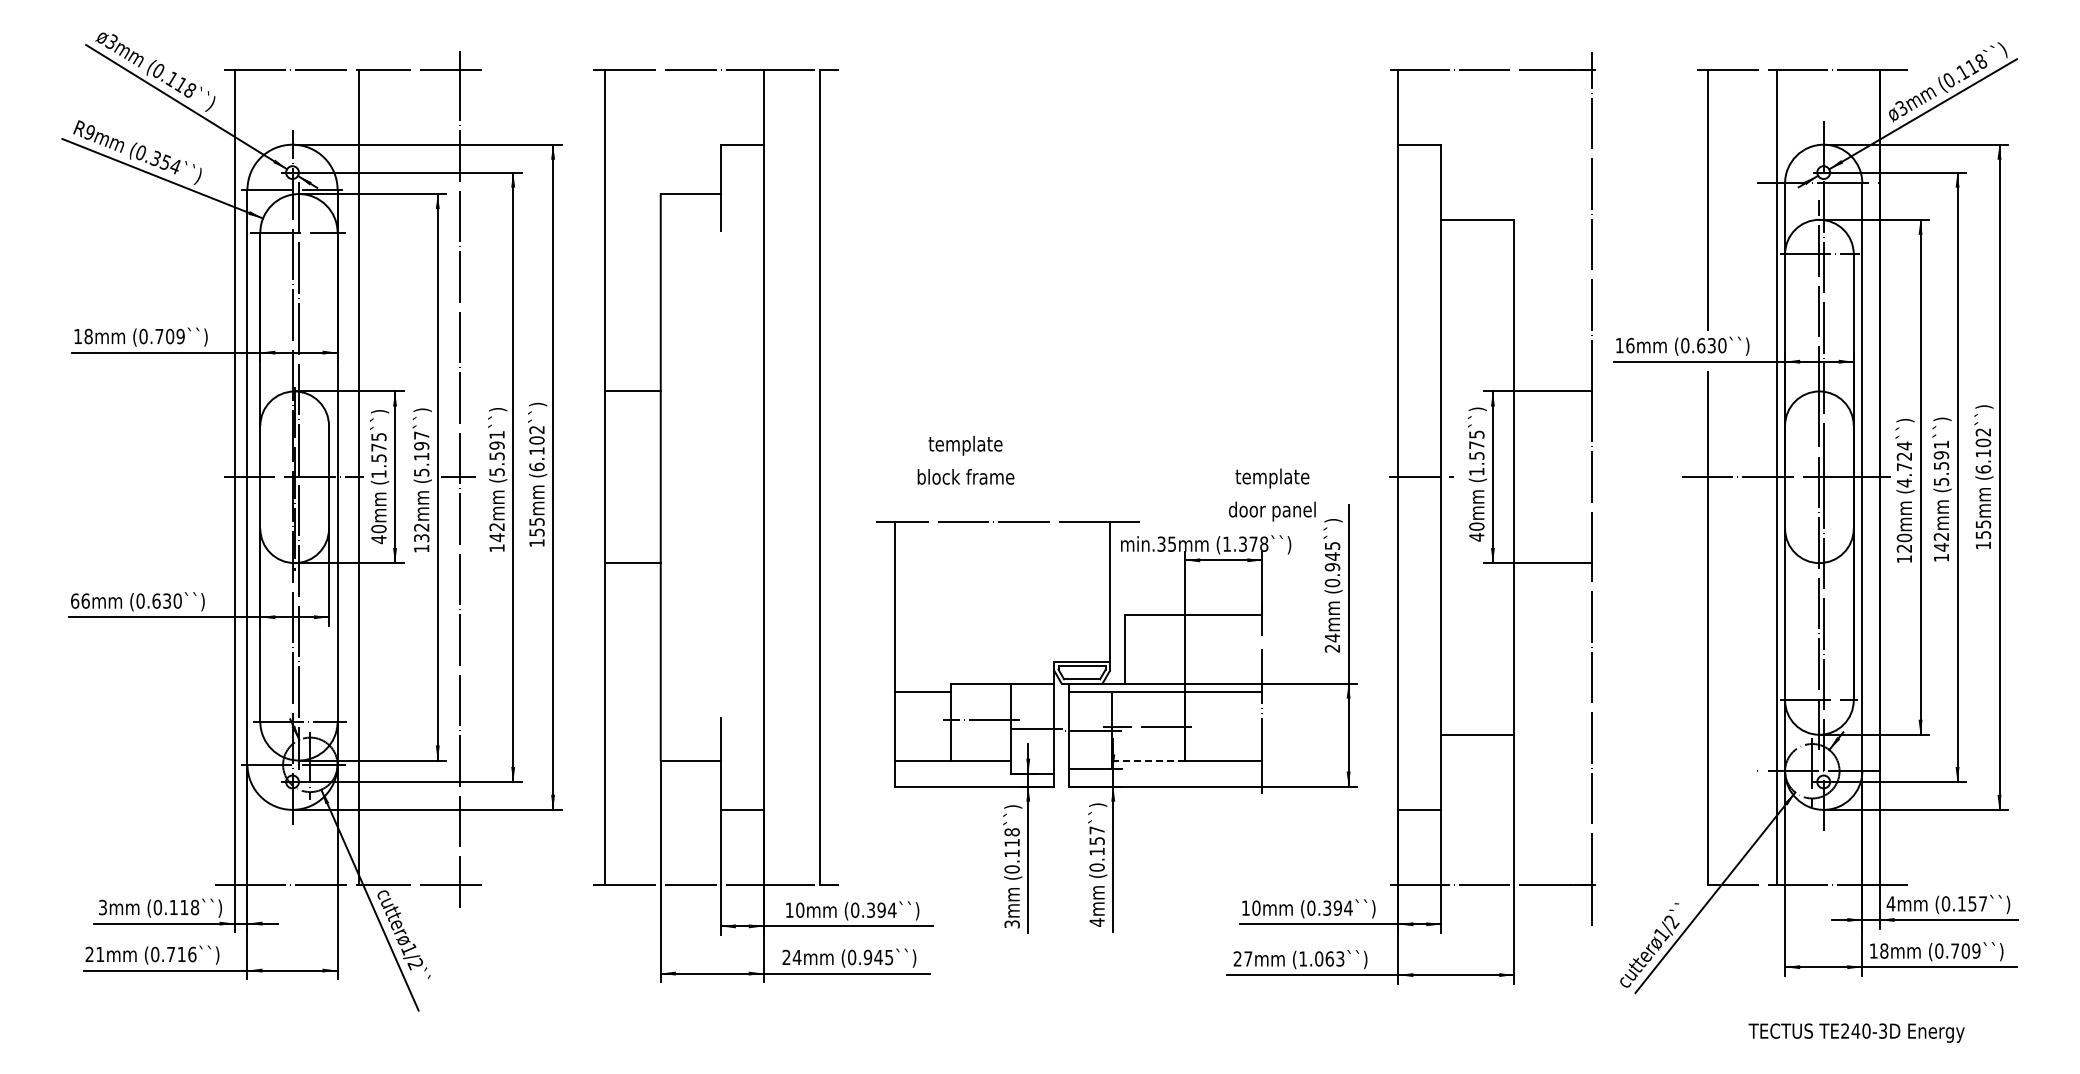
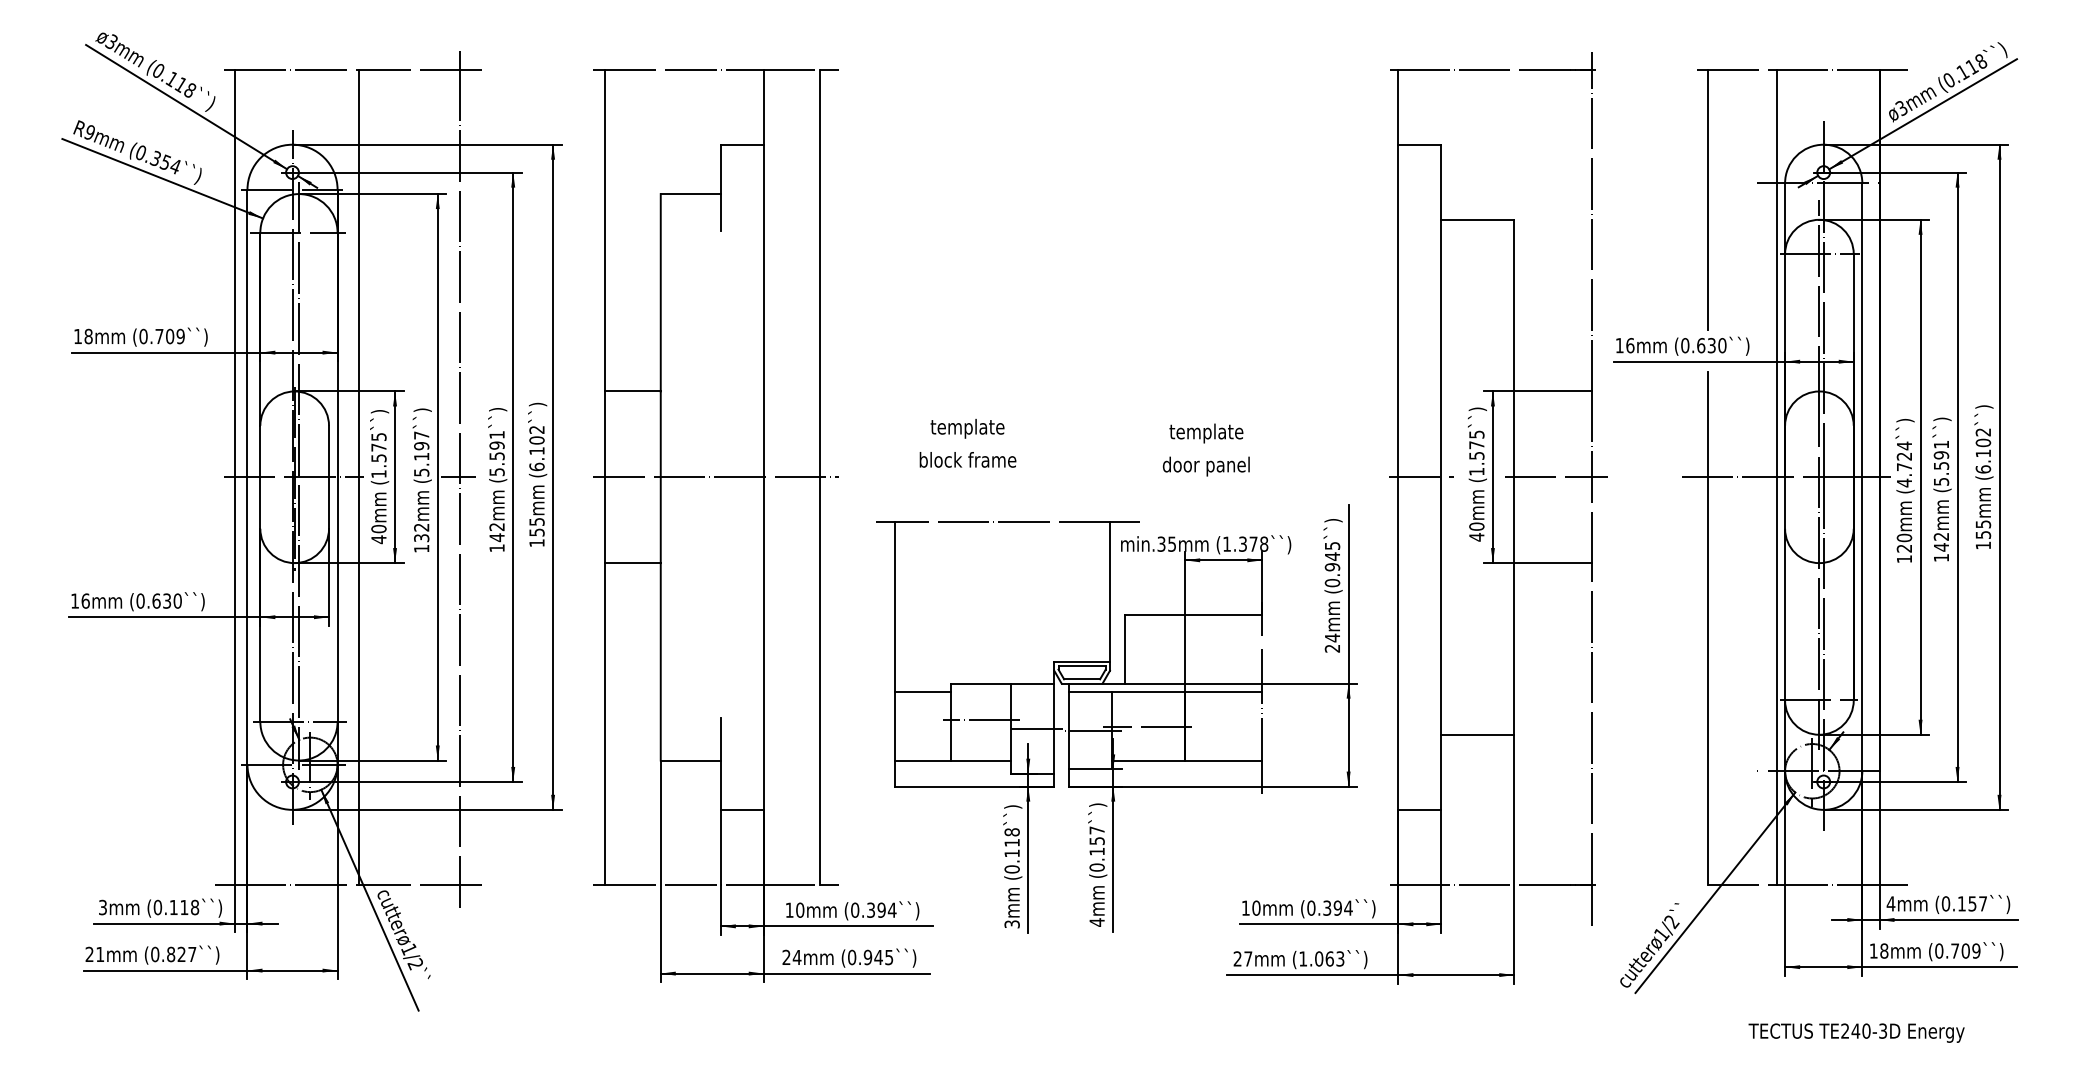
text at (965, 460) position: (965, 460) -> (967, 443)
line at (715, 477): none -> present
line at (1555, 477): none -> present
text at (1271, 494) position: (1271, 494) -> (1205, 449)
text at (75, 600): 66mm -> 16mm
line at (1149, 760): dashed -> solid
text at (181, 954): 0.716 -> 0.827
